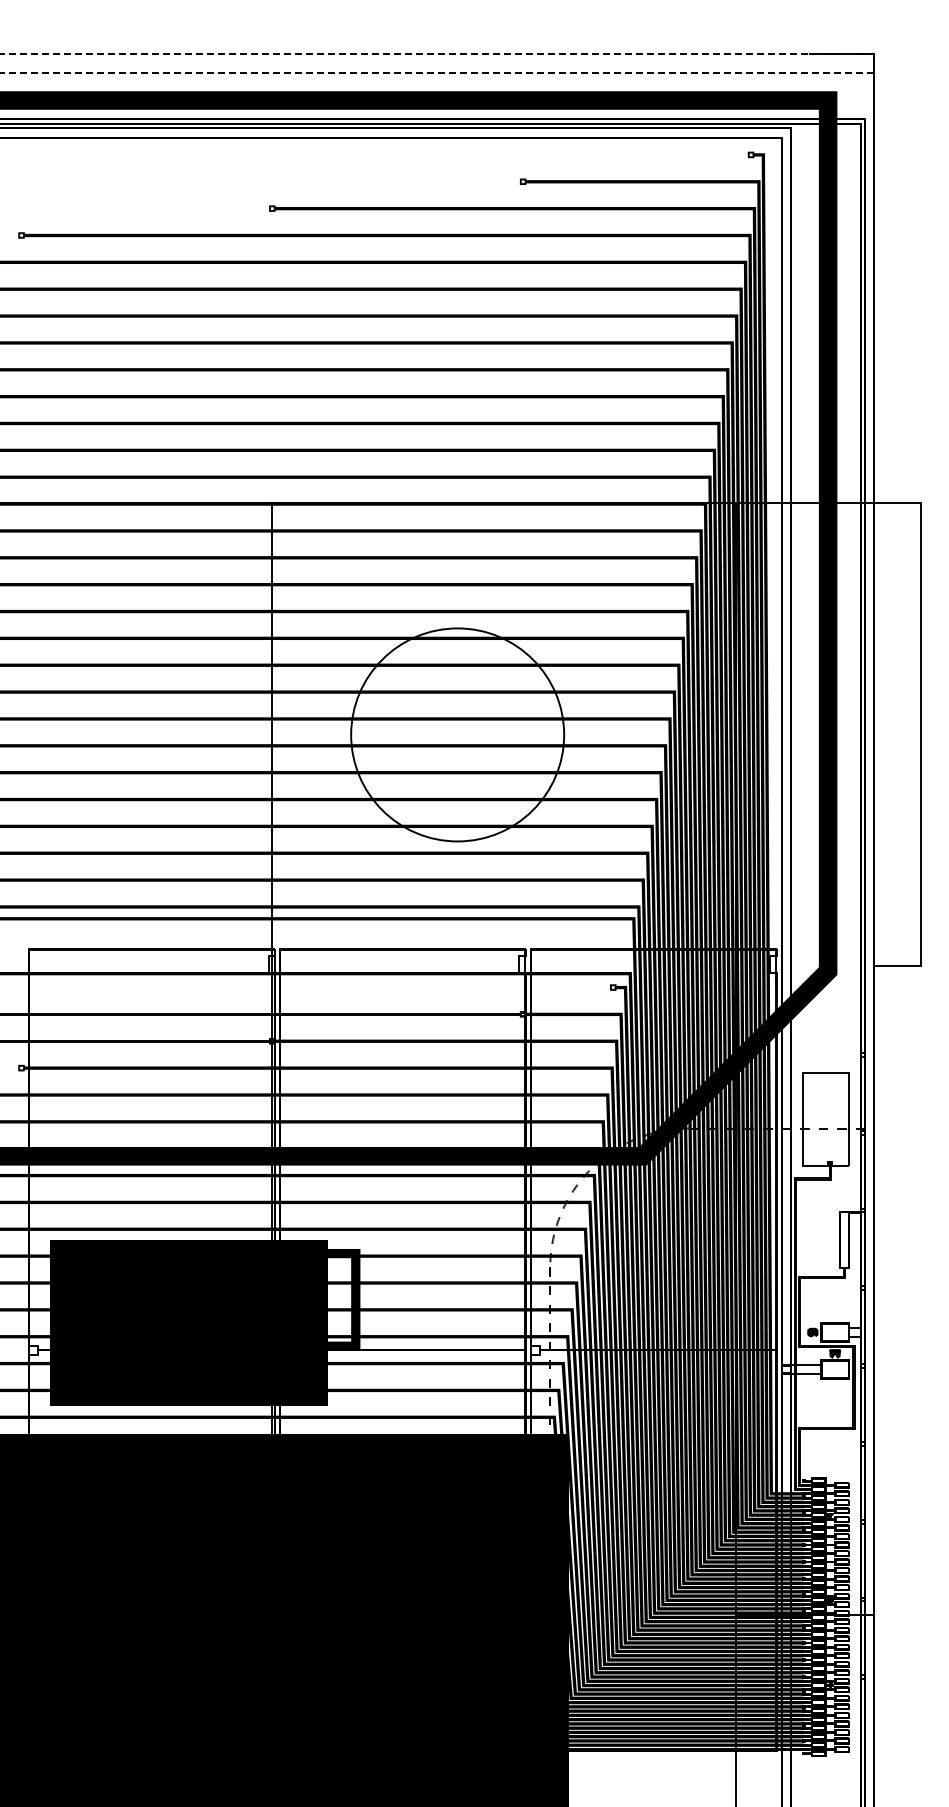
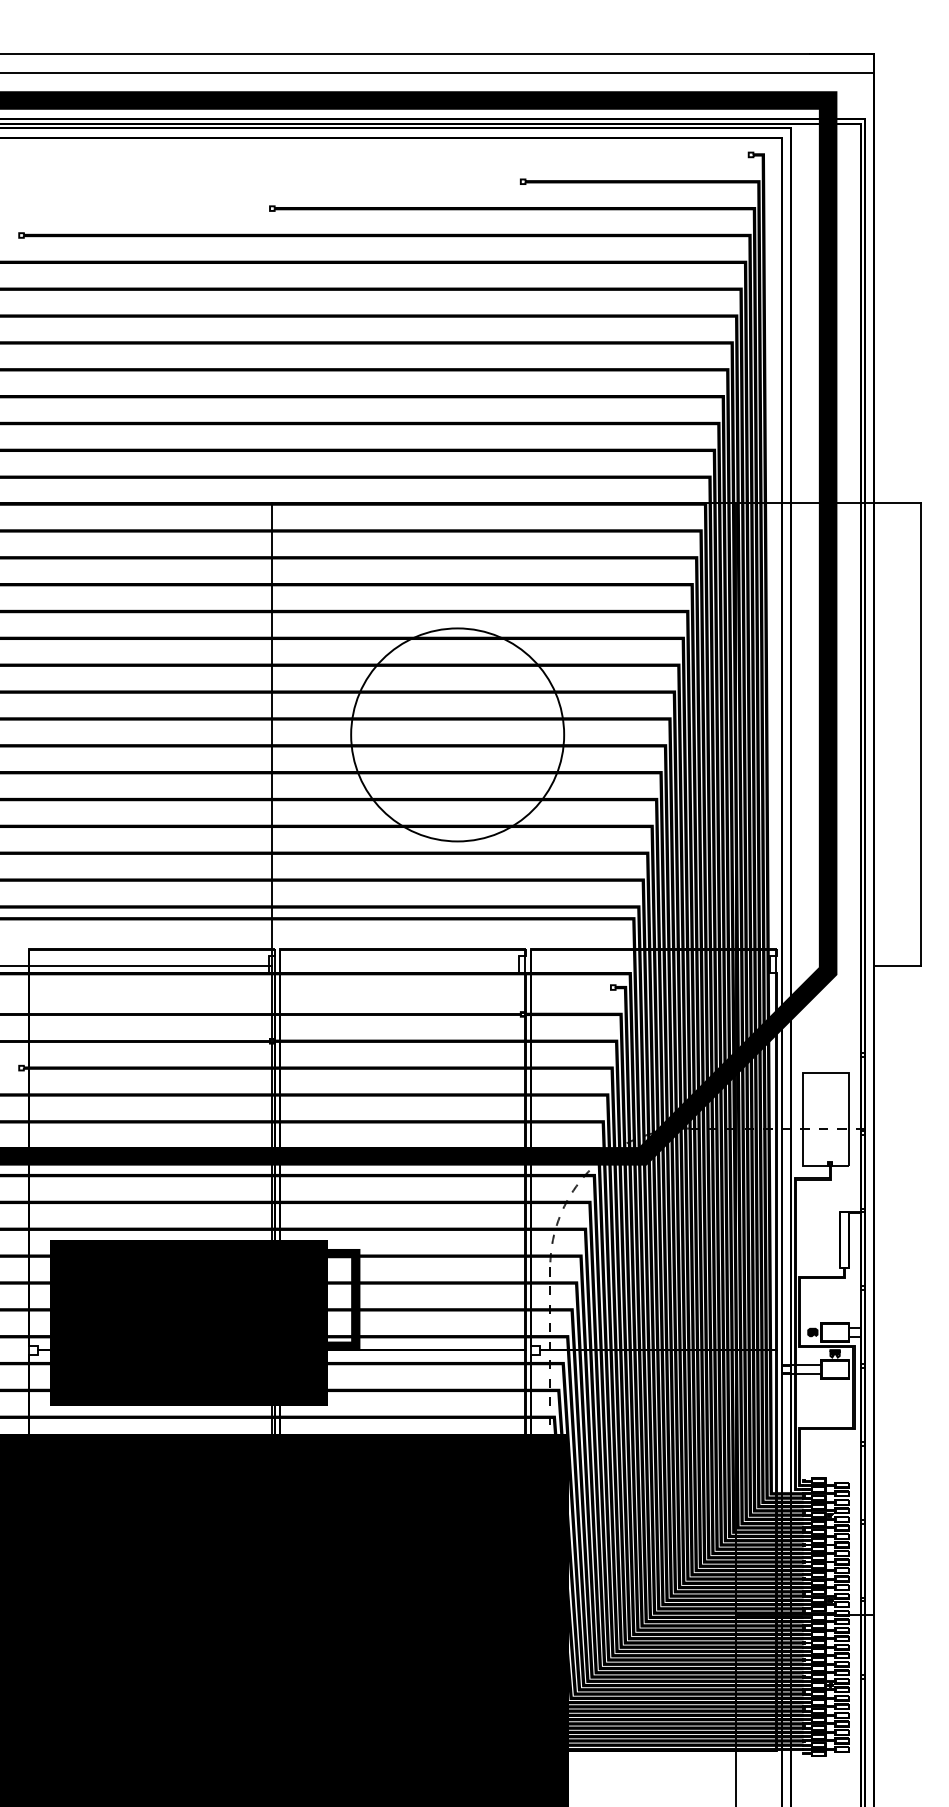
line at (437, 54): dashed -> solid
line at (436, 72): dashed -> solid
line at (137, 966): none -> present
